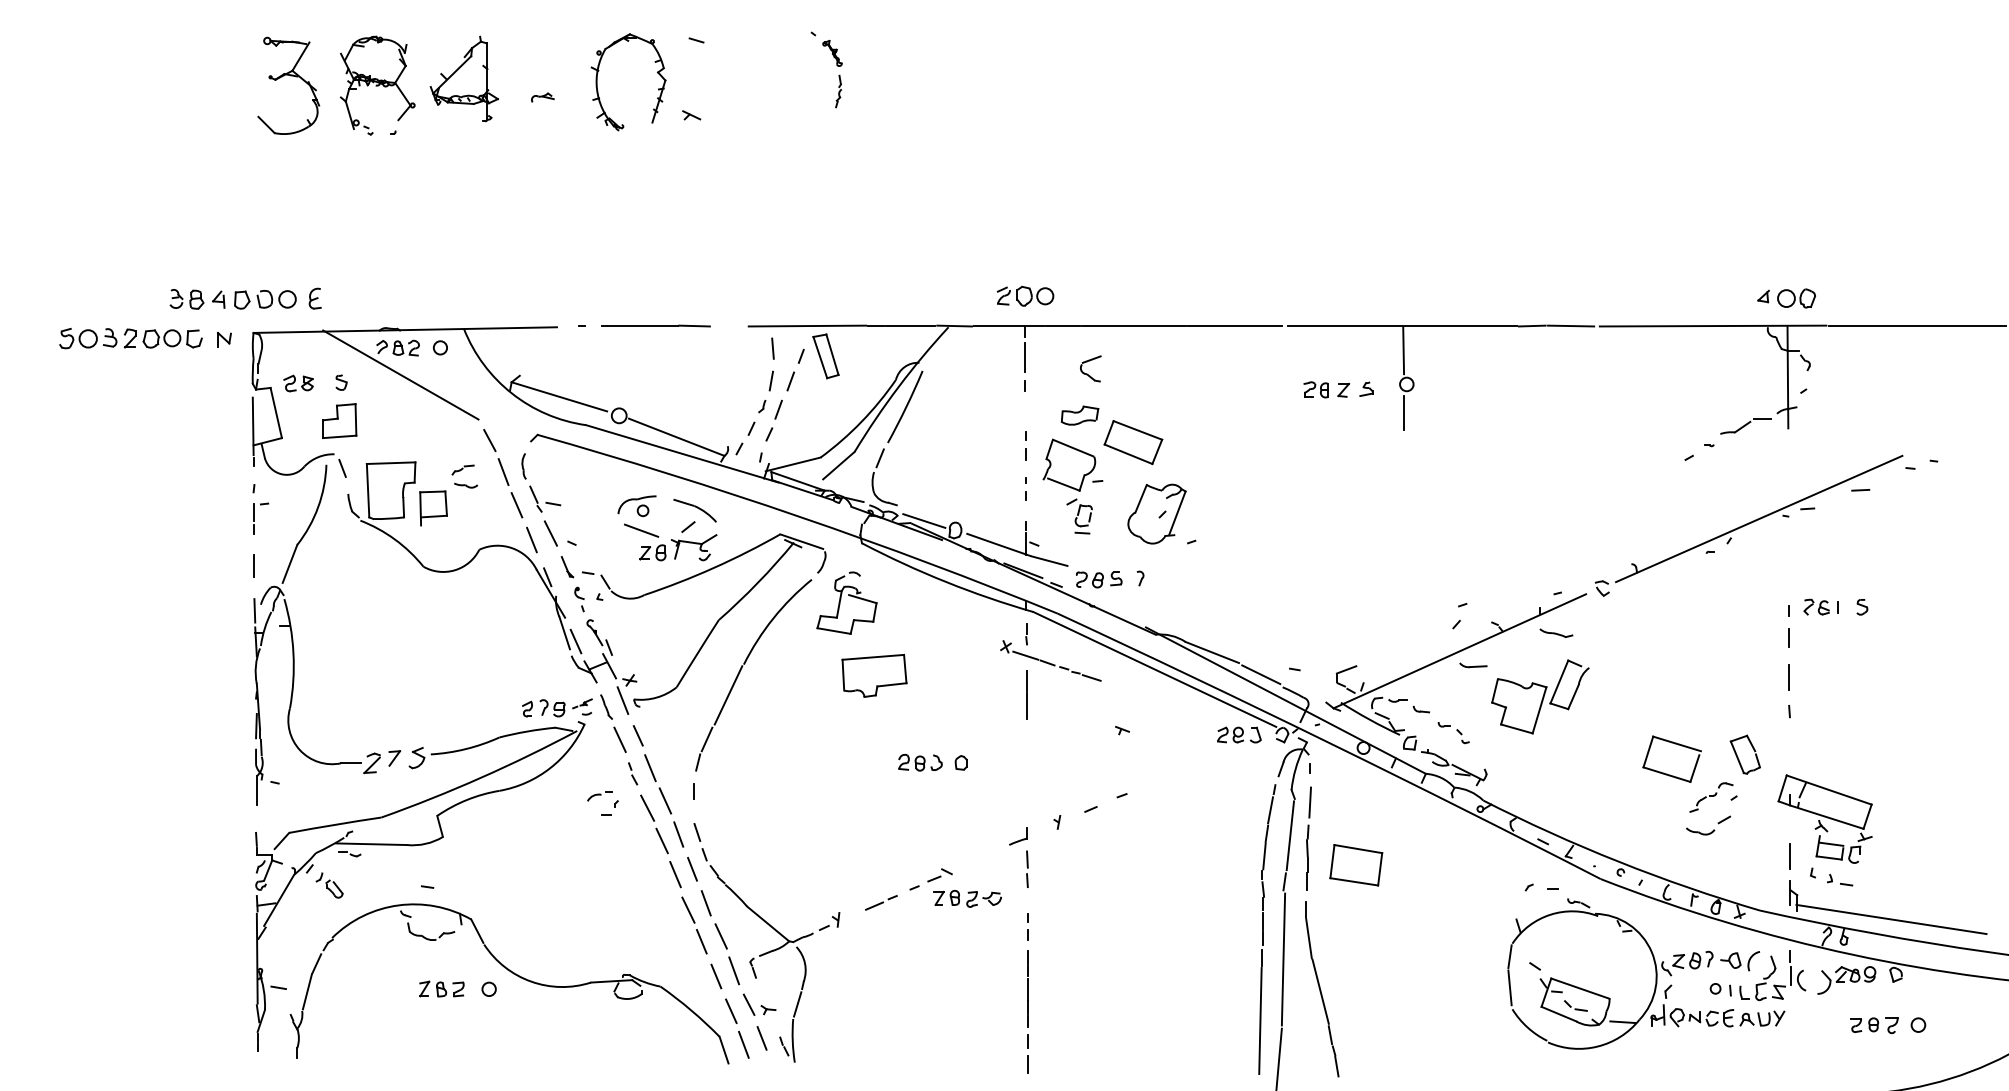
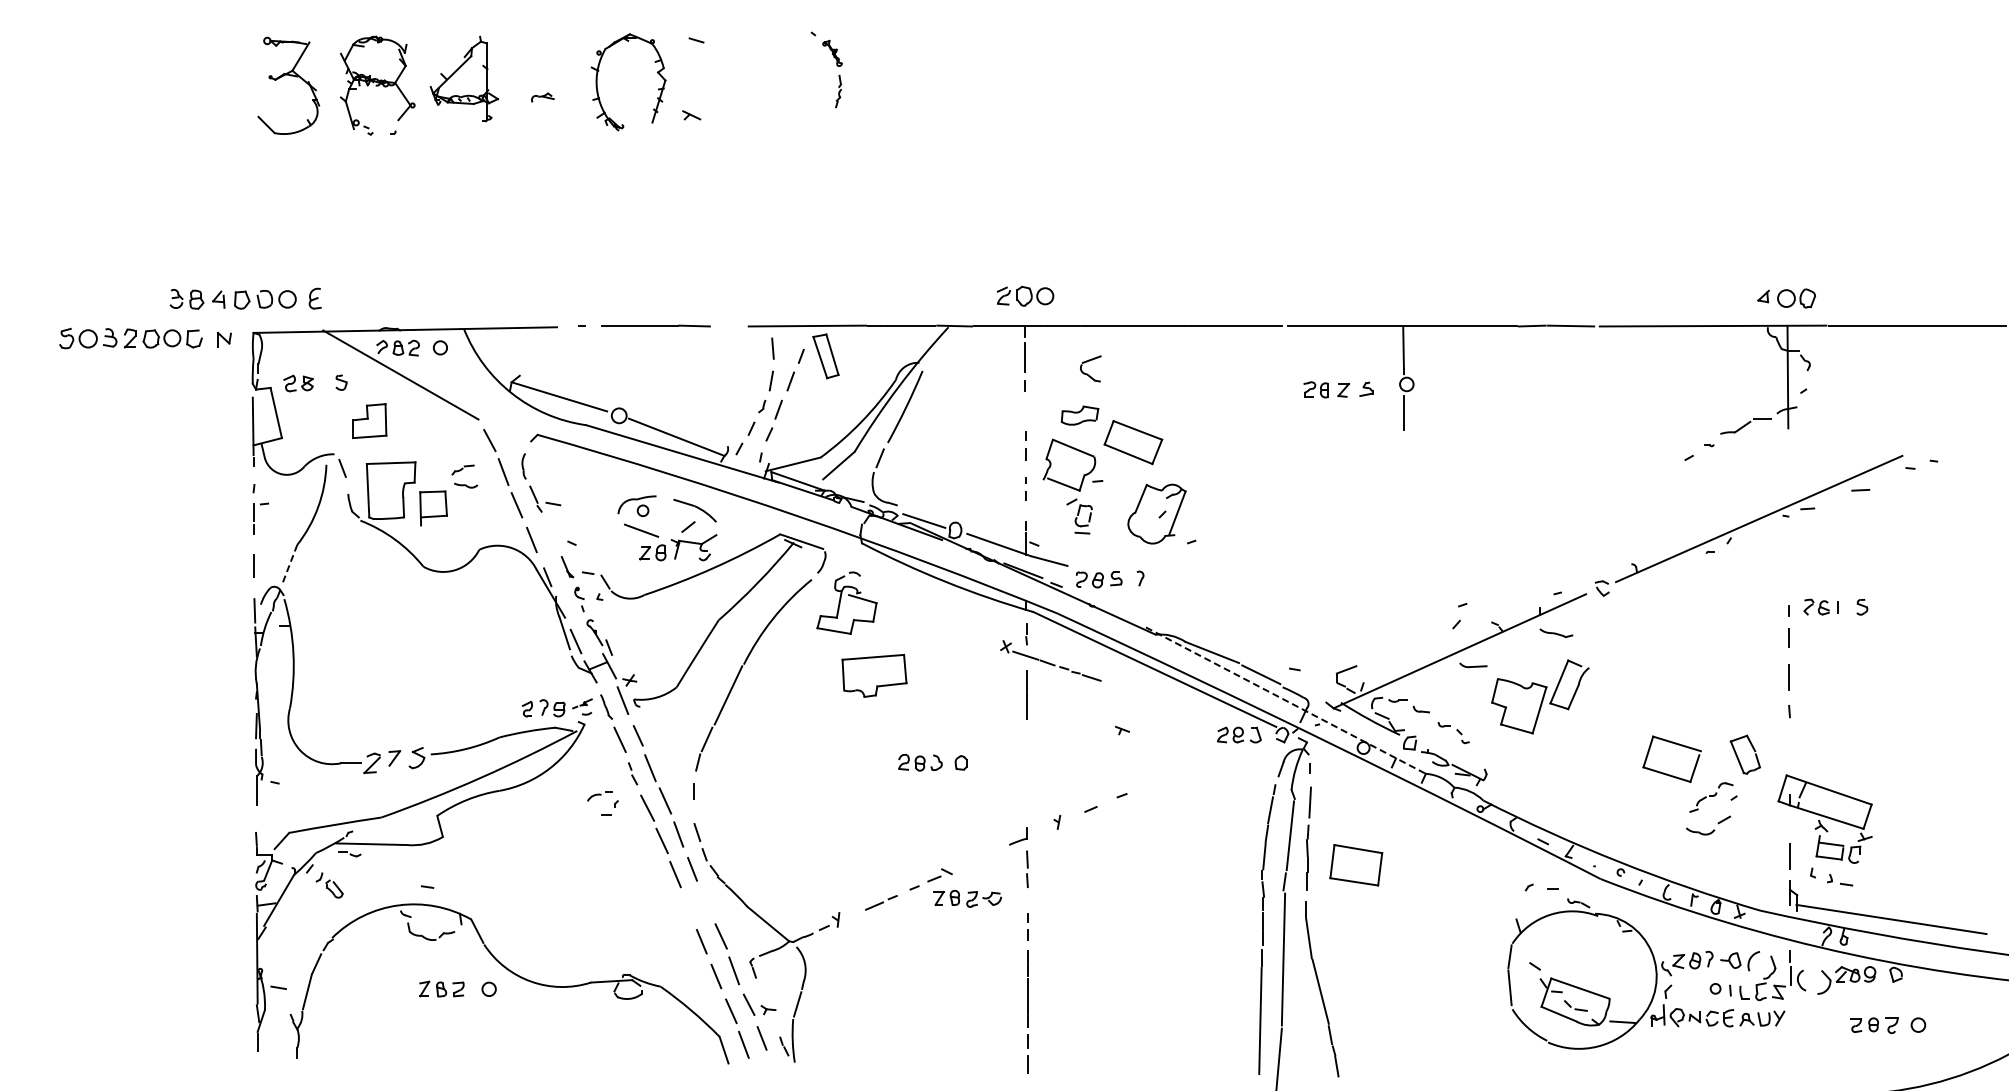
part at (339, 420) position: (339, 420) -> (369, 420)
line at (550, 533): present -> none
line at (289, 564): solid -> dashed
line at (1285, 700): solid -> dashed
line at (705, 903): present -> none
line at (688, 909): present -> none
